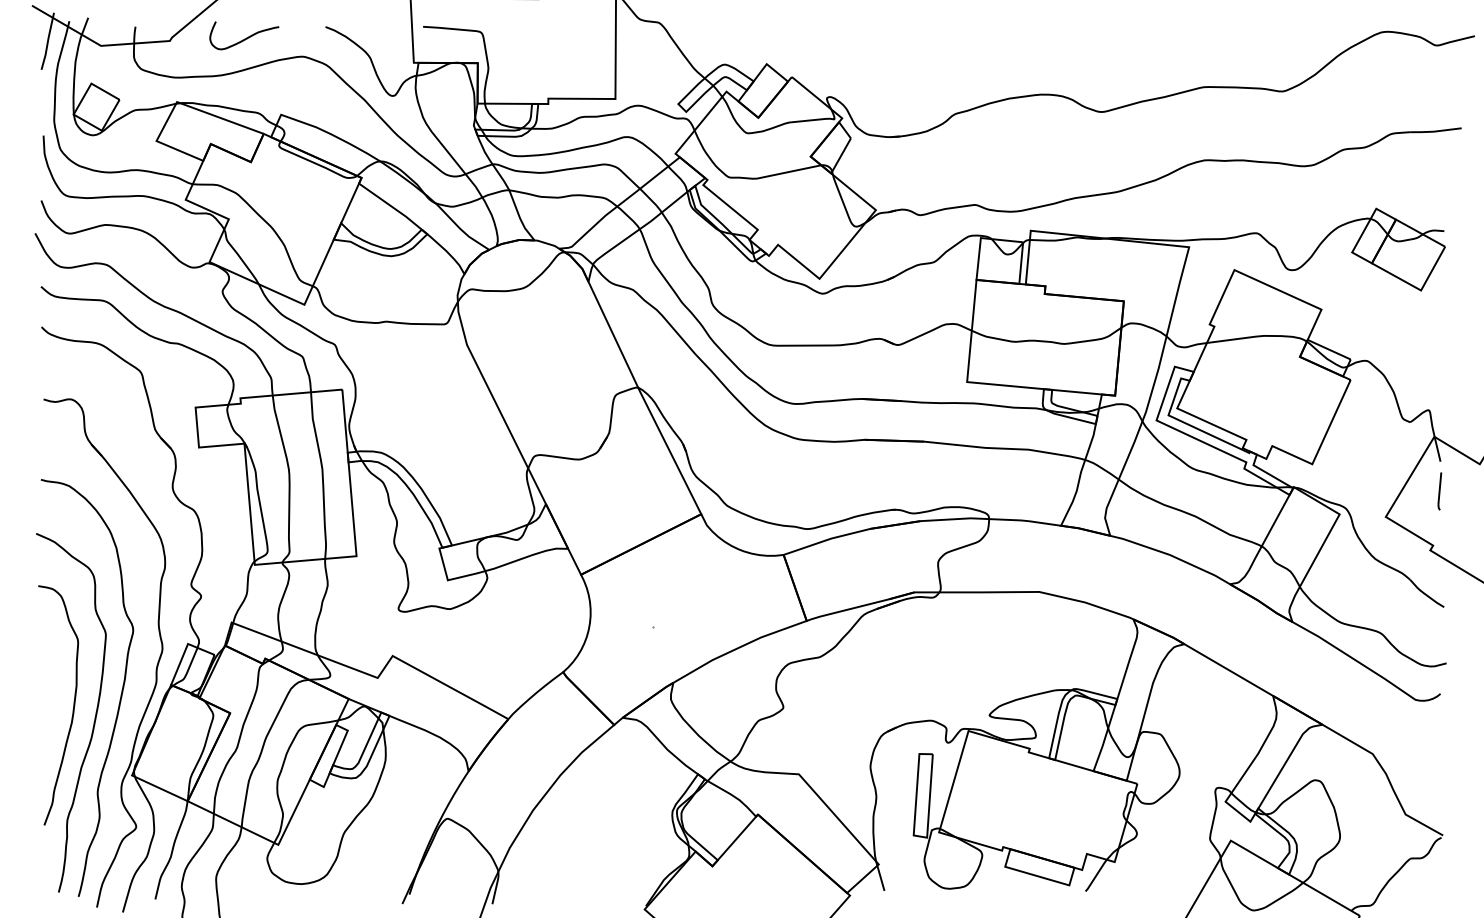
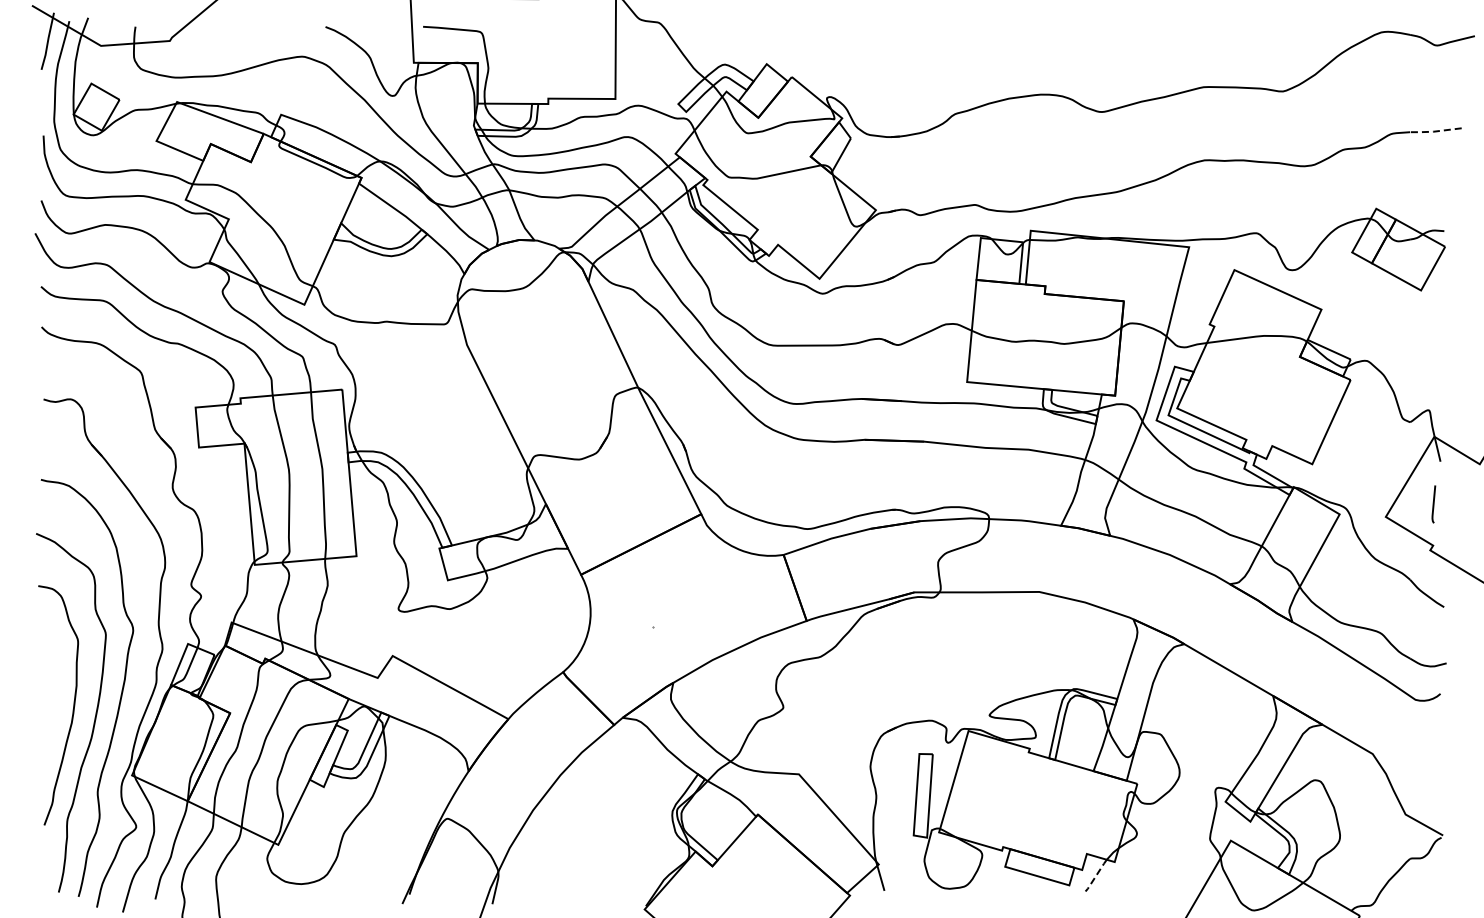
curve at (246, 37): present -> none
line at (1434, 131): solid -> dashed
line at (1439, 491) position: (1439, 491) -> (1433, 504)
line at (1096, 875): solid -> dashed
